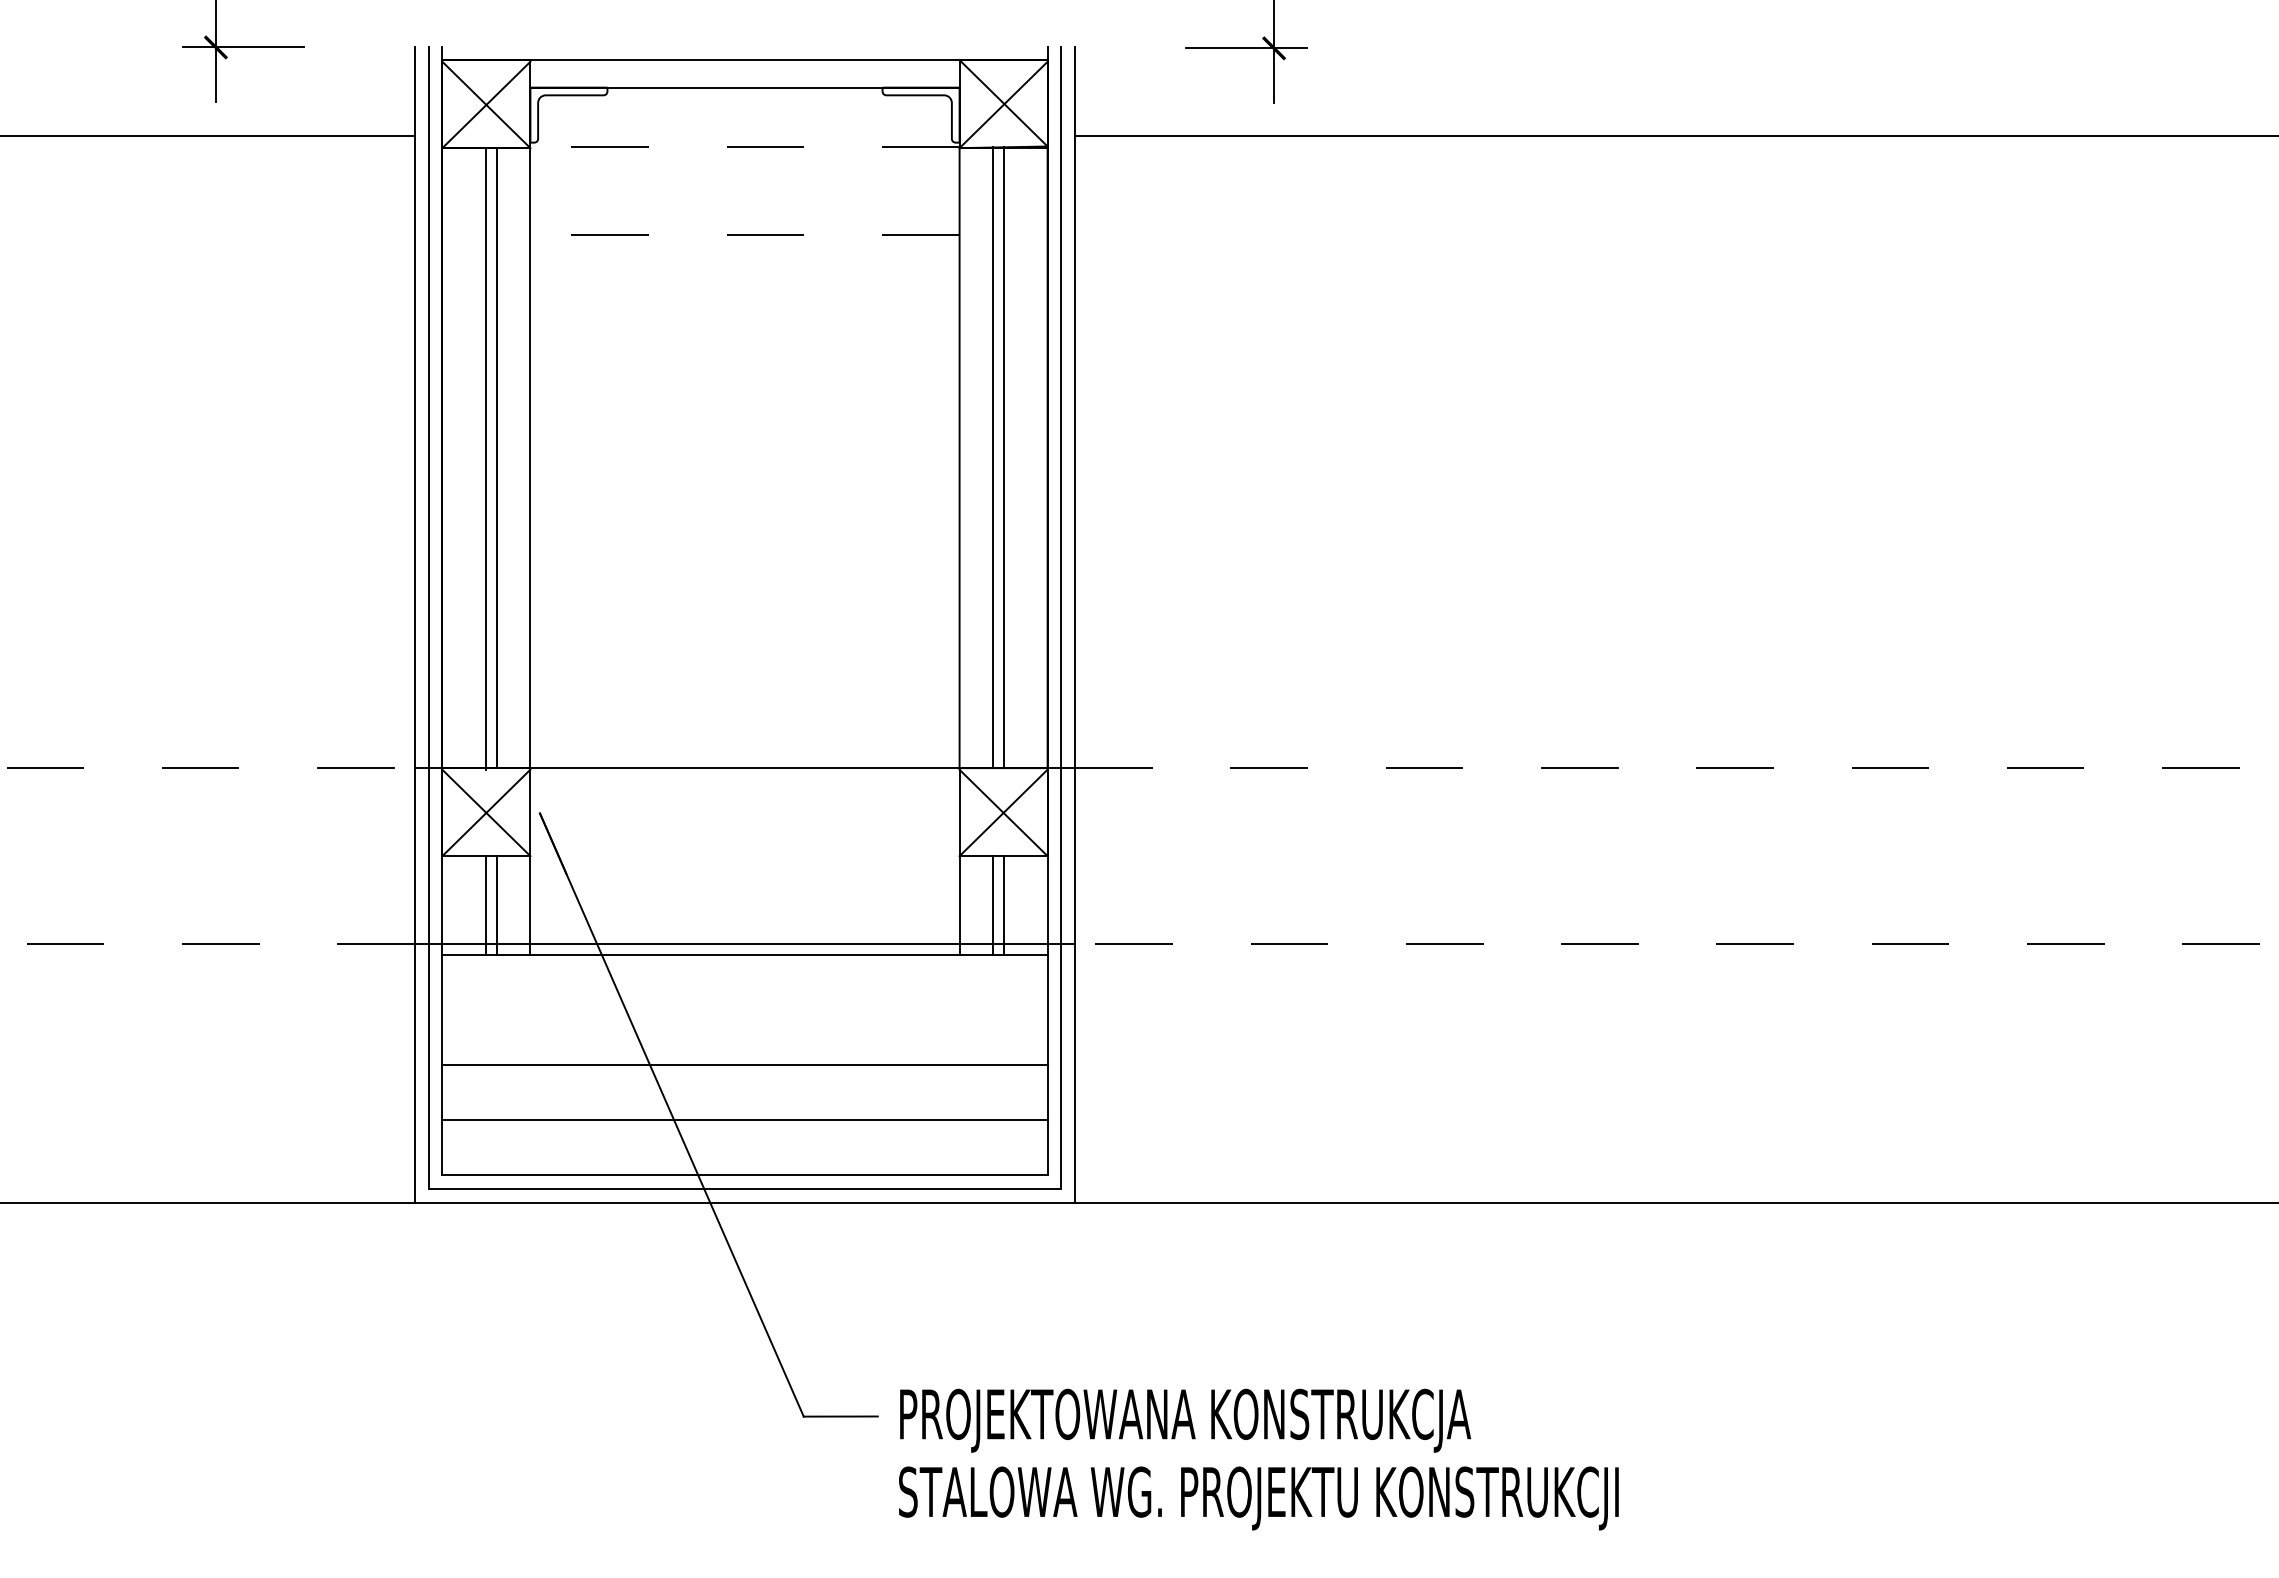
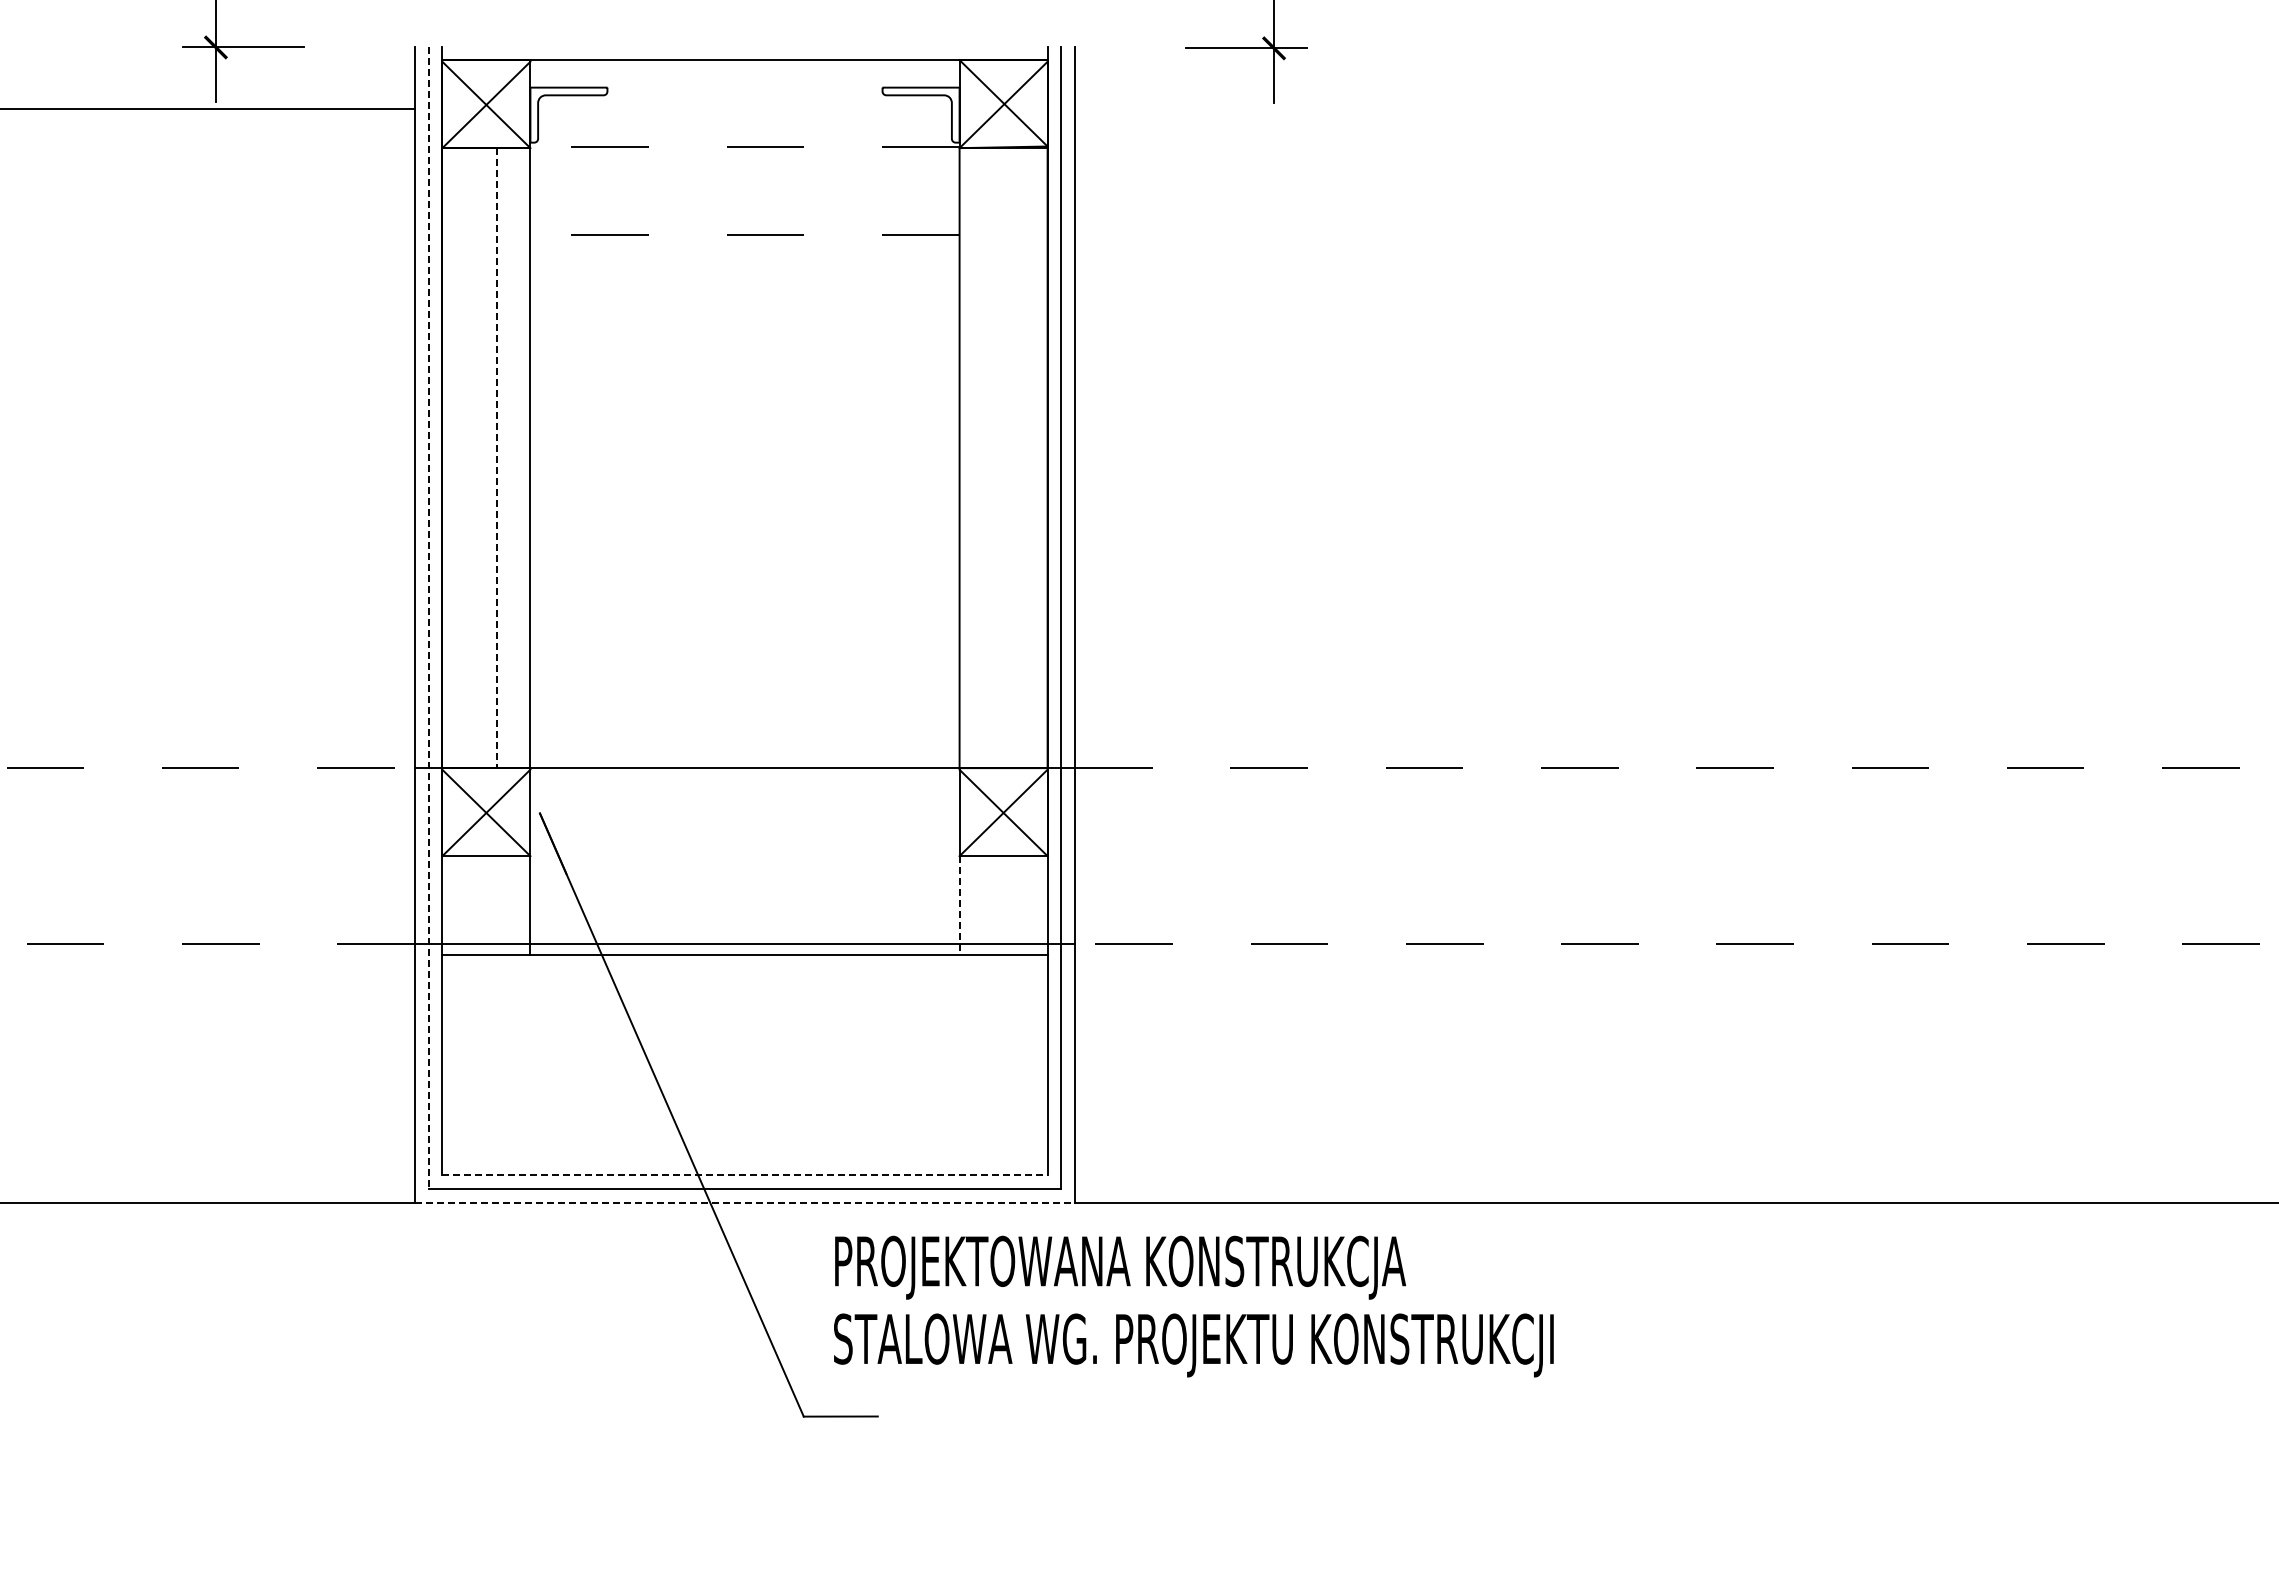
line at (744, 87): present -> none
line at (208, 135) position: (208, 135) -> (208, 108)
line at (1675, 135): present -> none
line at (992, 457): present -> none
line at (1003, 457): present -> none
line at (486, 458): present -> none
line at (497, 458): solid -> dashed
line at (428, 618): solid -> dashed
line at (486, 905): present -> none
line at (497, 905): present -> none
line at (959, 905): solid -> dashed
line at (992, 905): present -> none
line at (1003, 905): present -> none
line at (744, 1065): present -> none
line at (744, 1120): present -> none
line at (745, 1175): solid -> dashed
line at (745, 1202): solid -> dashed
text at (1258, 1459) position: (1258, 1459) -> (1193, 1306)
